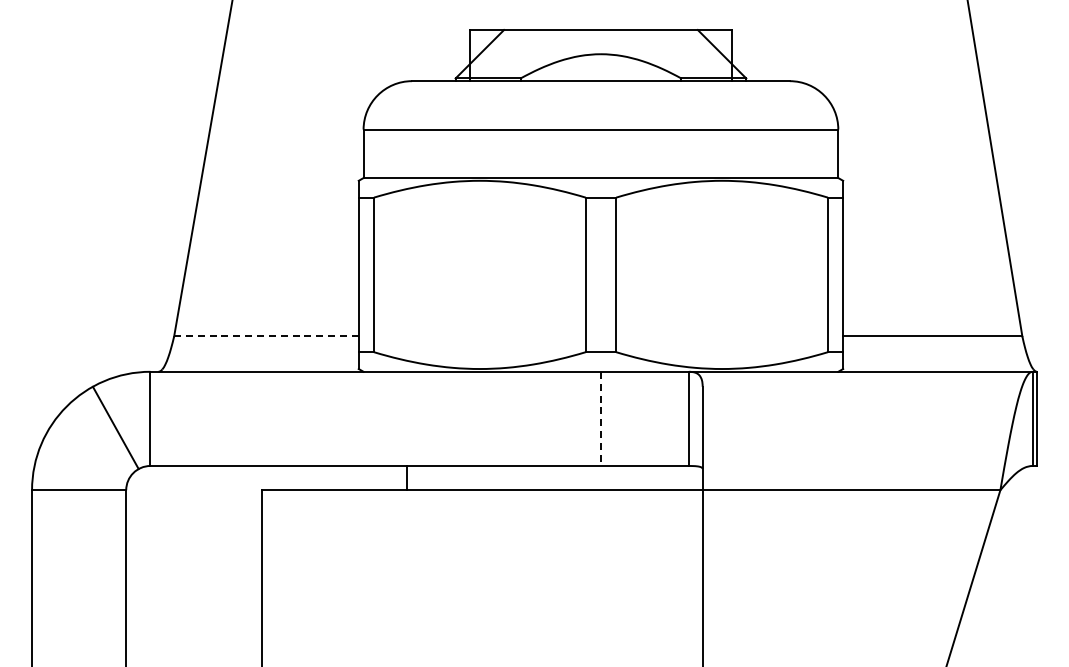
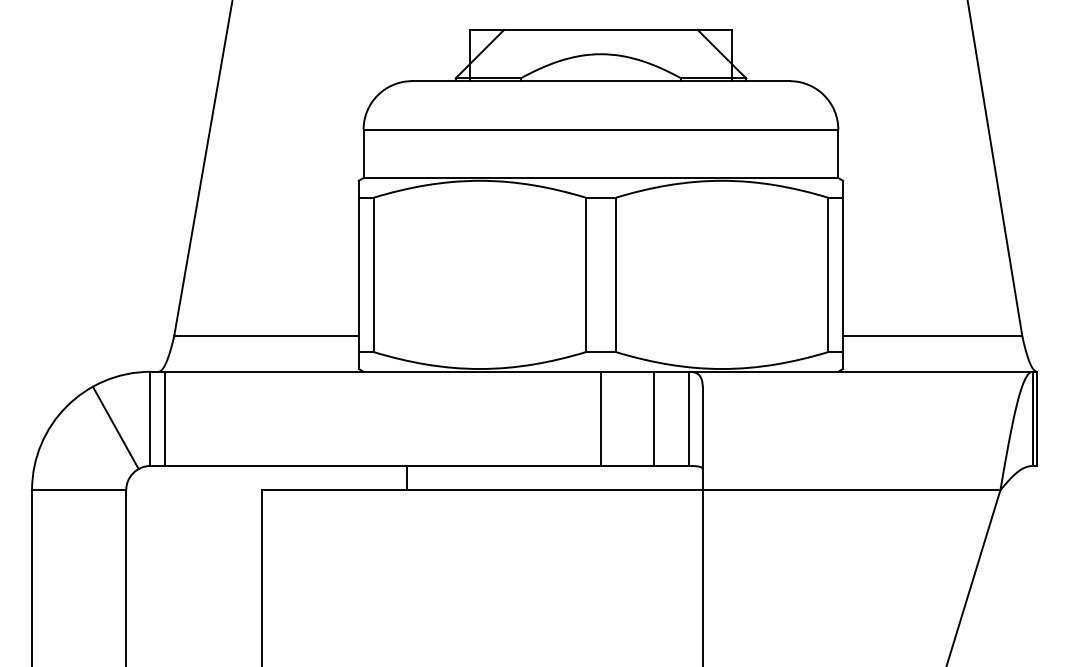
line at (265, 336): dashed -> solid
line at (164, 418): none -> present
line at (654, 418): none -> present
line at (600, 419): dashed -> solid
